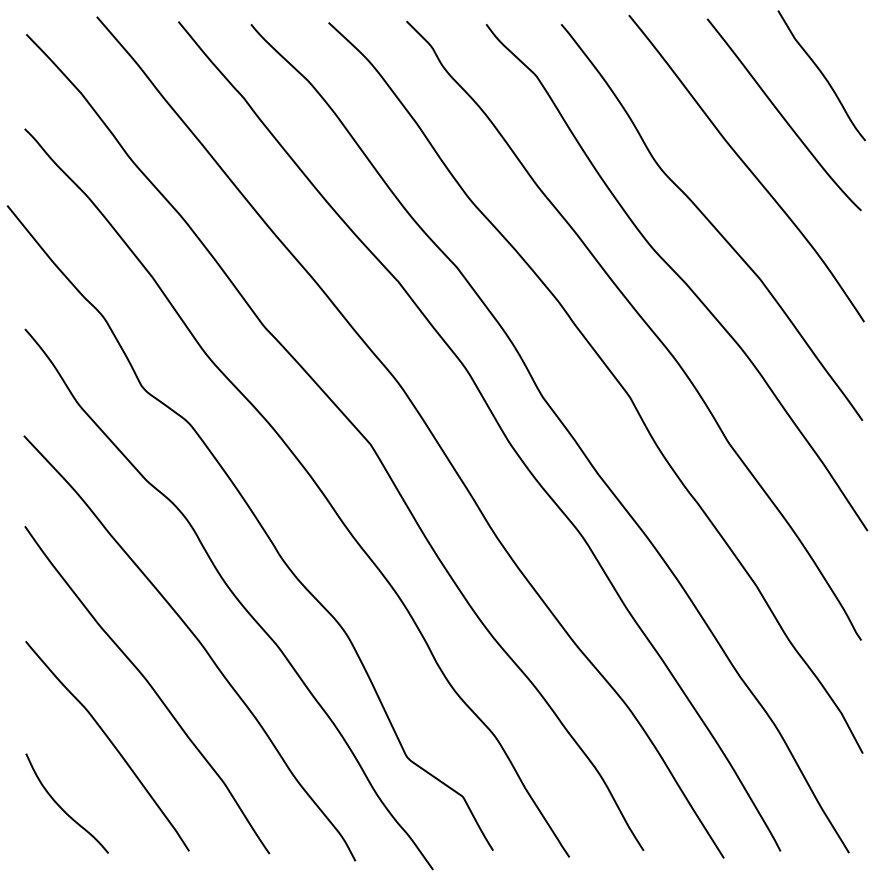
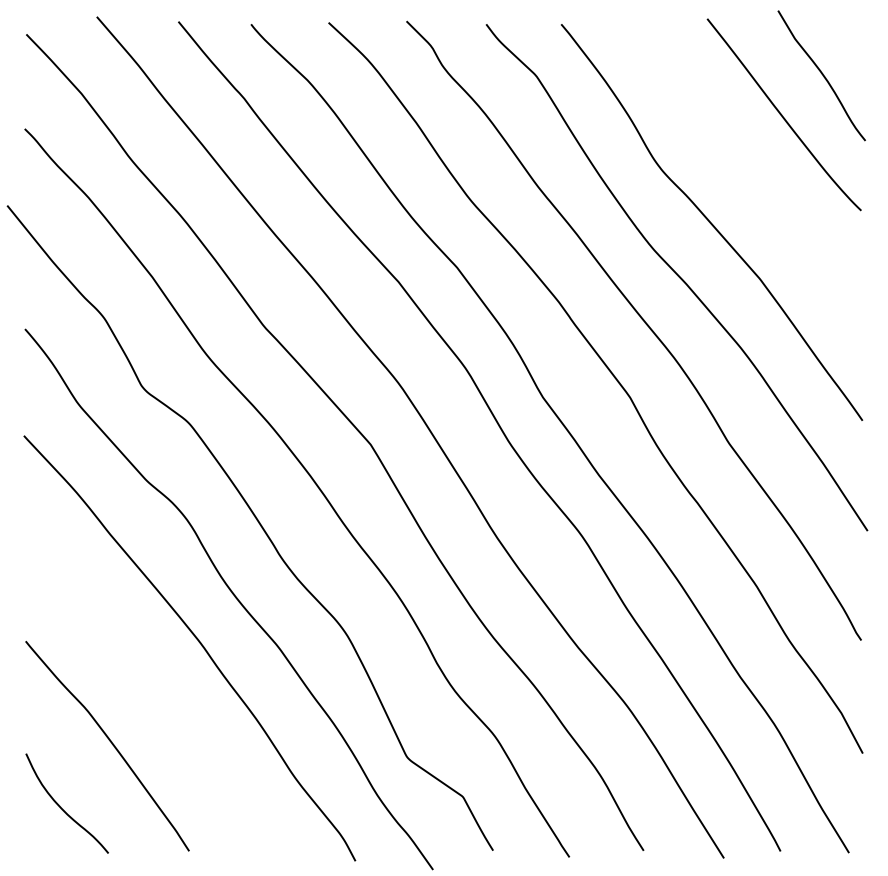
curve at (746, 167): present -> none
curve at (150, 687): present -> none
